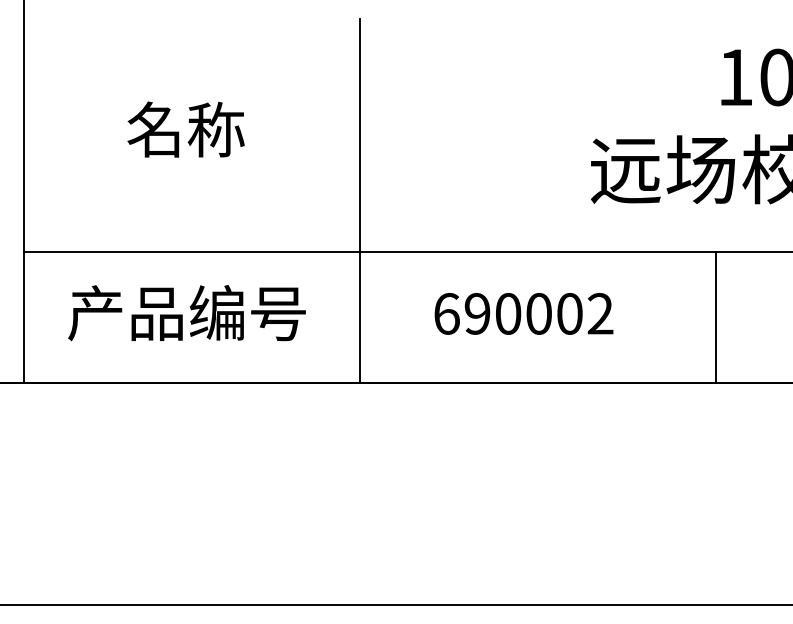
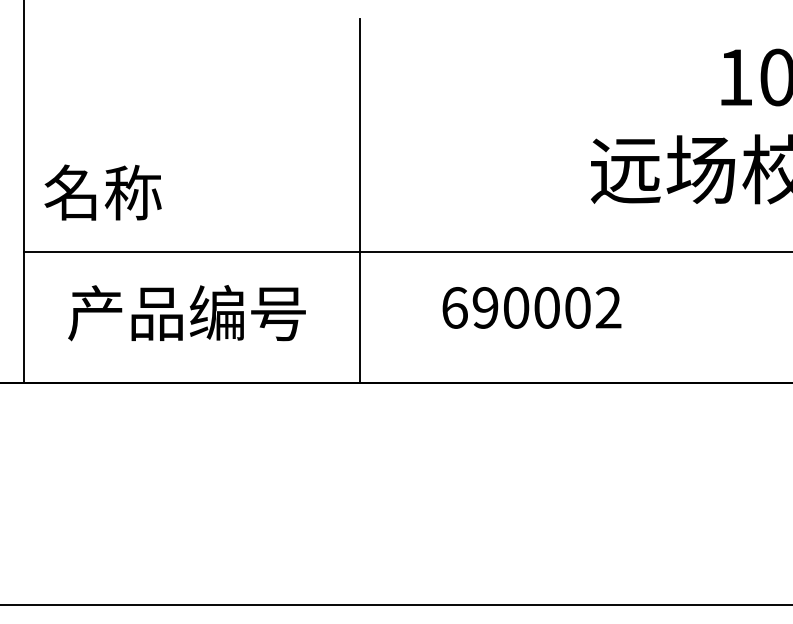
text at (185, 129) position: (185, 129) -> (102, 192)
text at (523, 313) position: (523, 313) -> (531, 307)
line at (715, 317): present -> none
